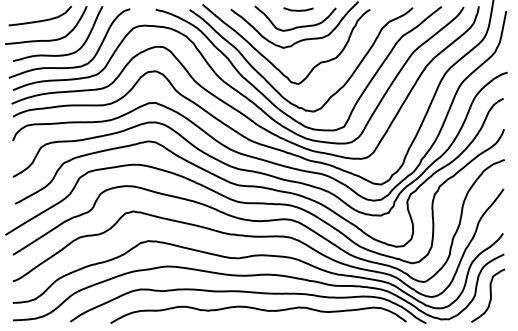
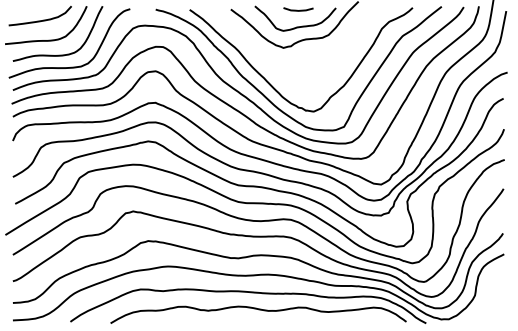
curve at (269, 60): present -> none
curve at (490, 295): present -> none
